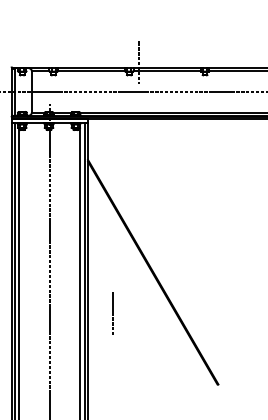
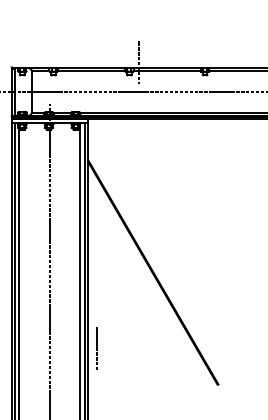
line at (112, 313) position: (112, 313) -> (96, 348)
